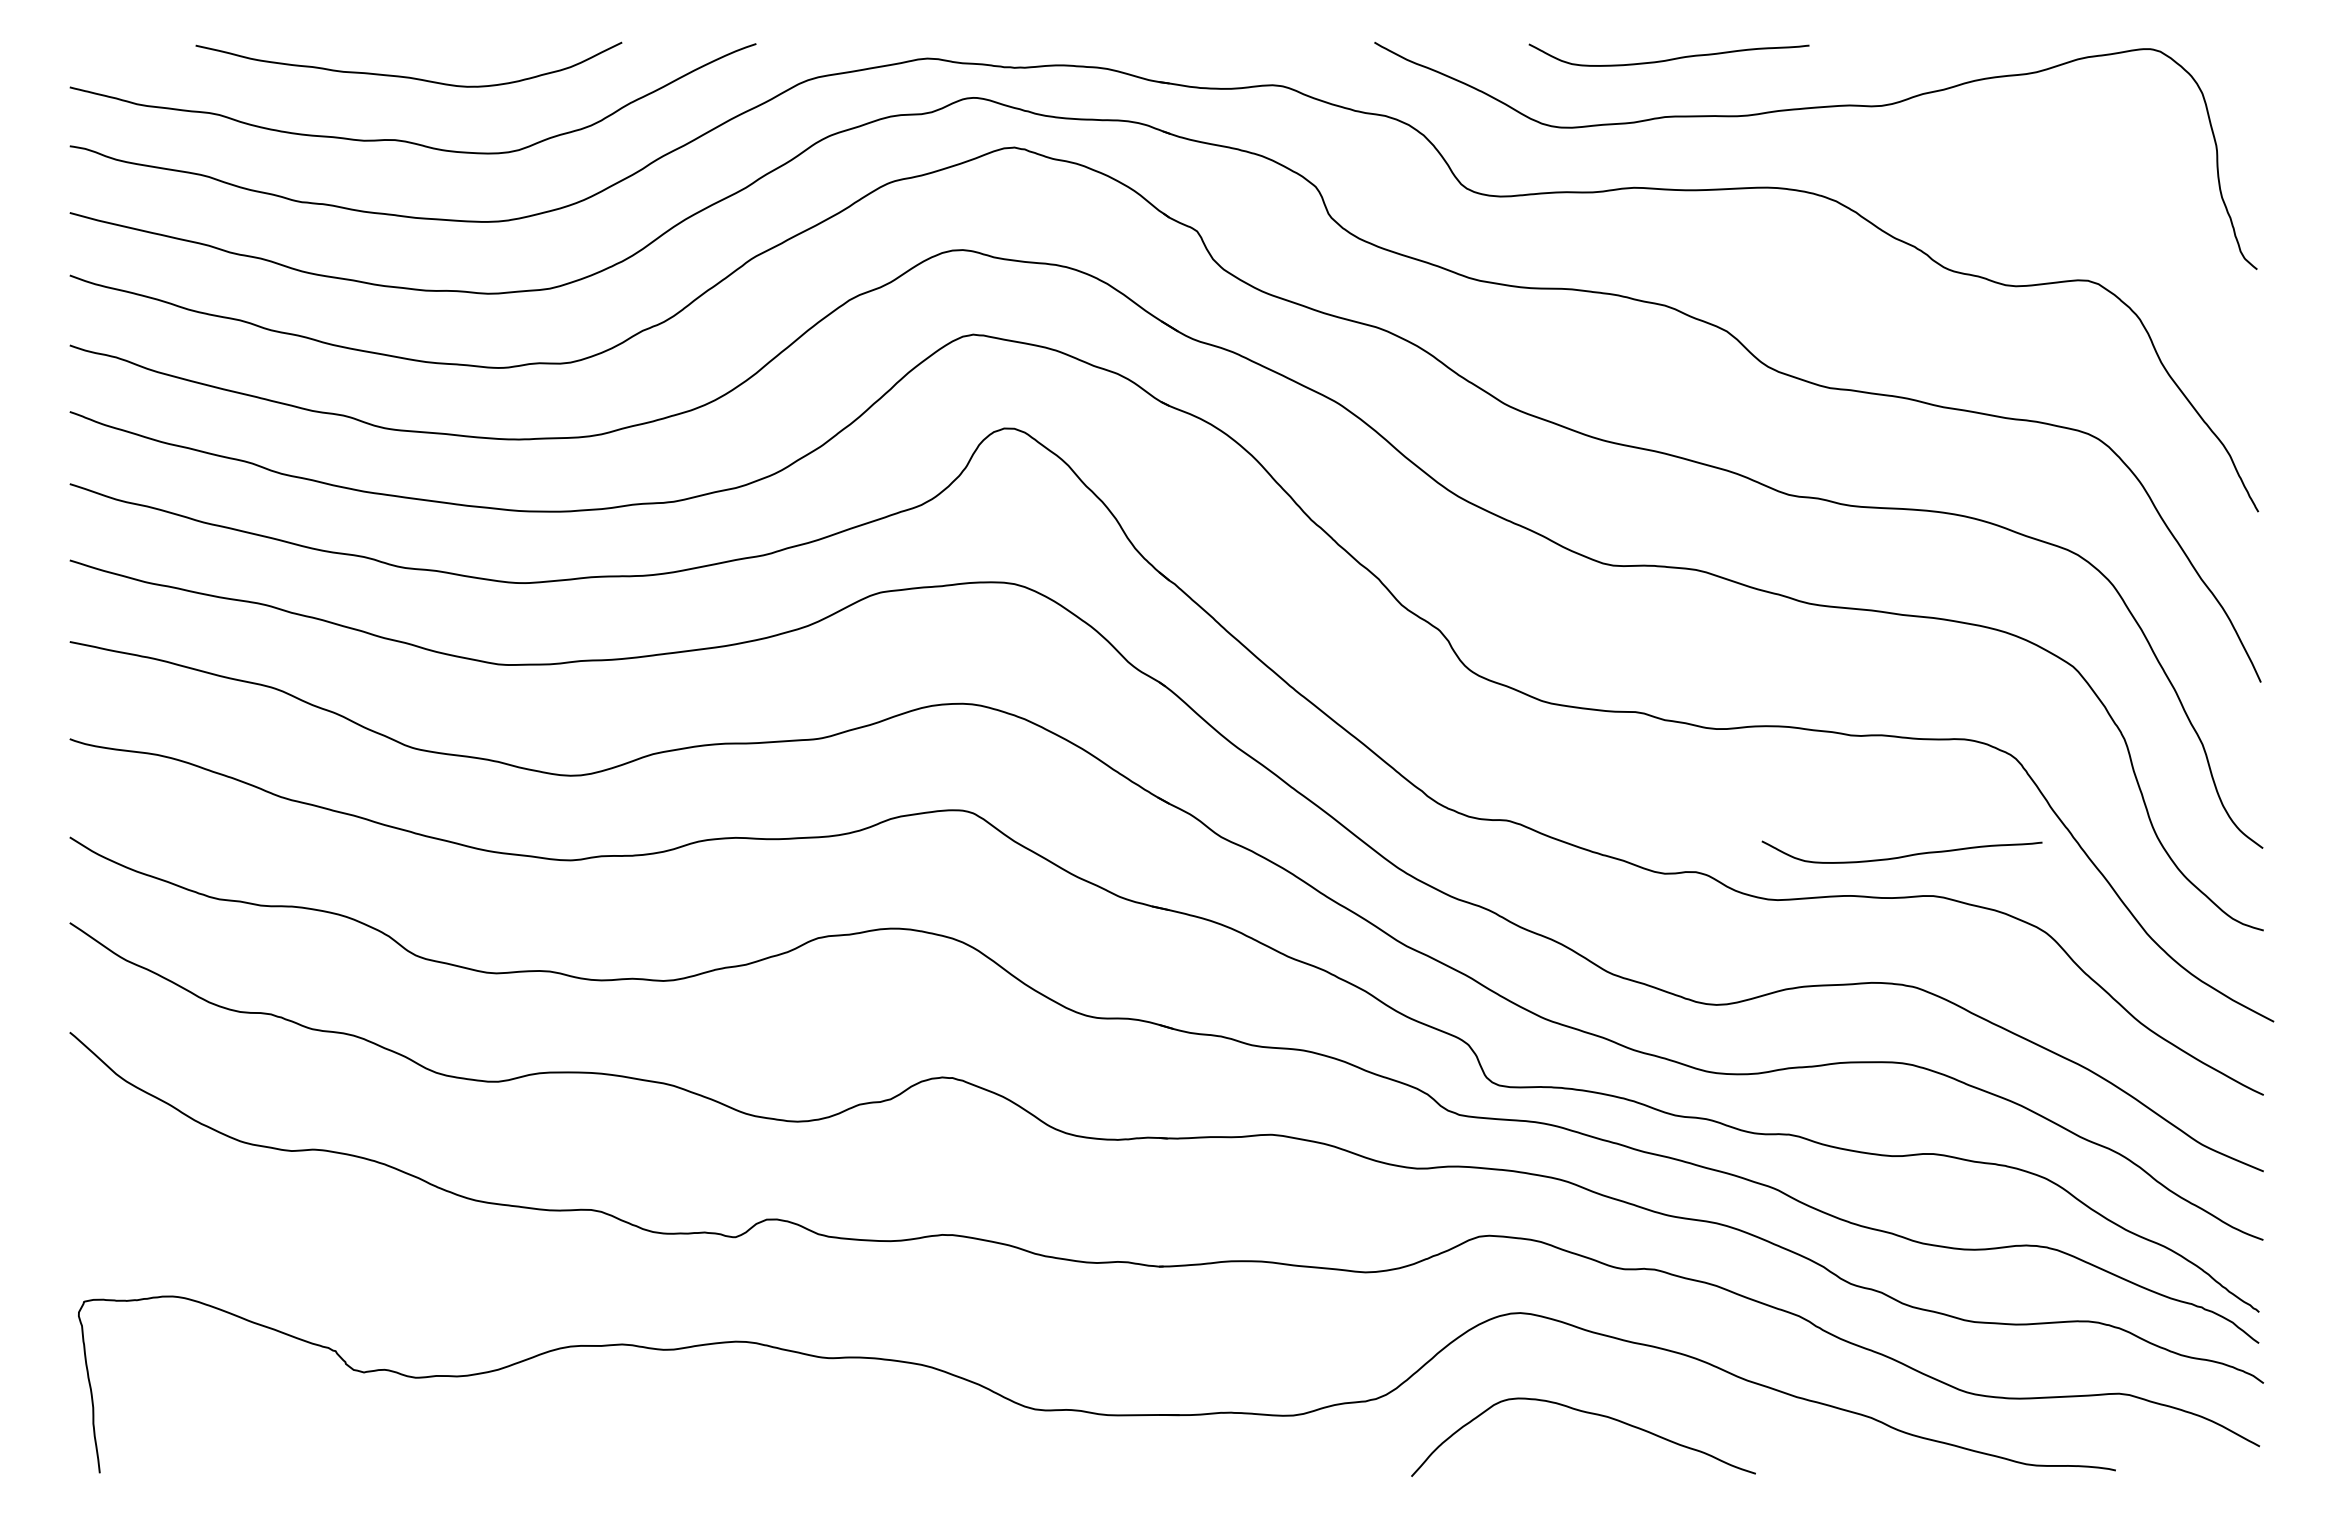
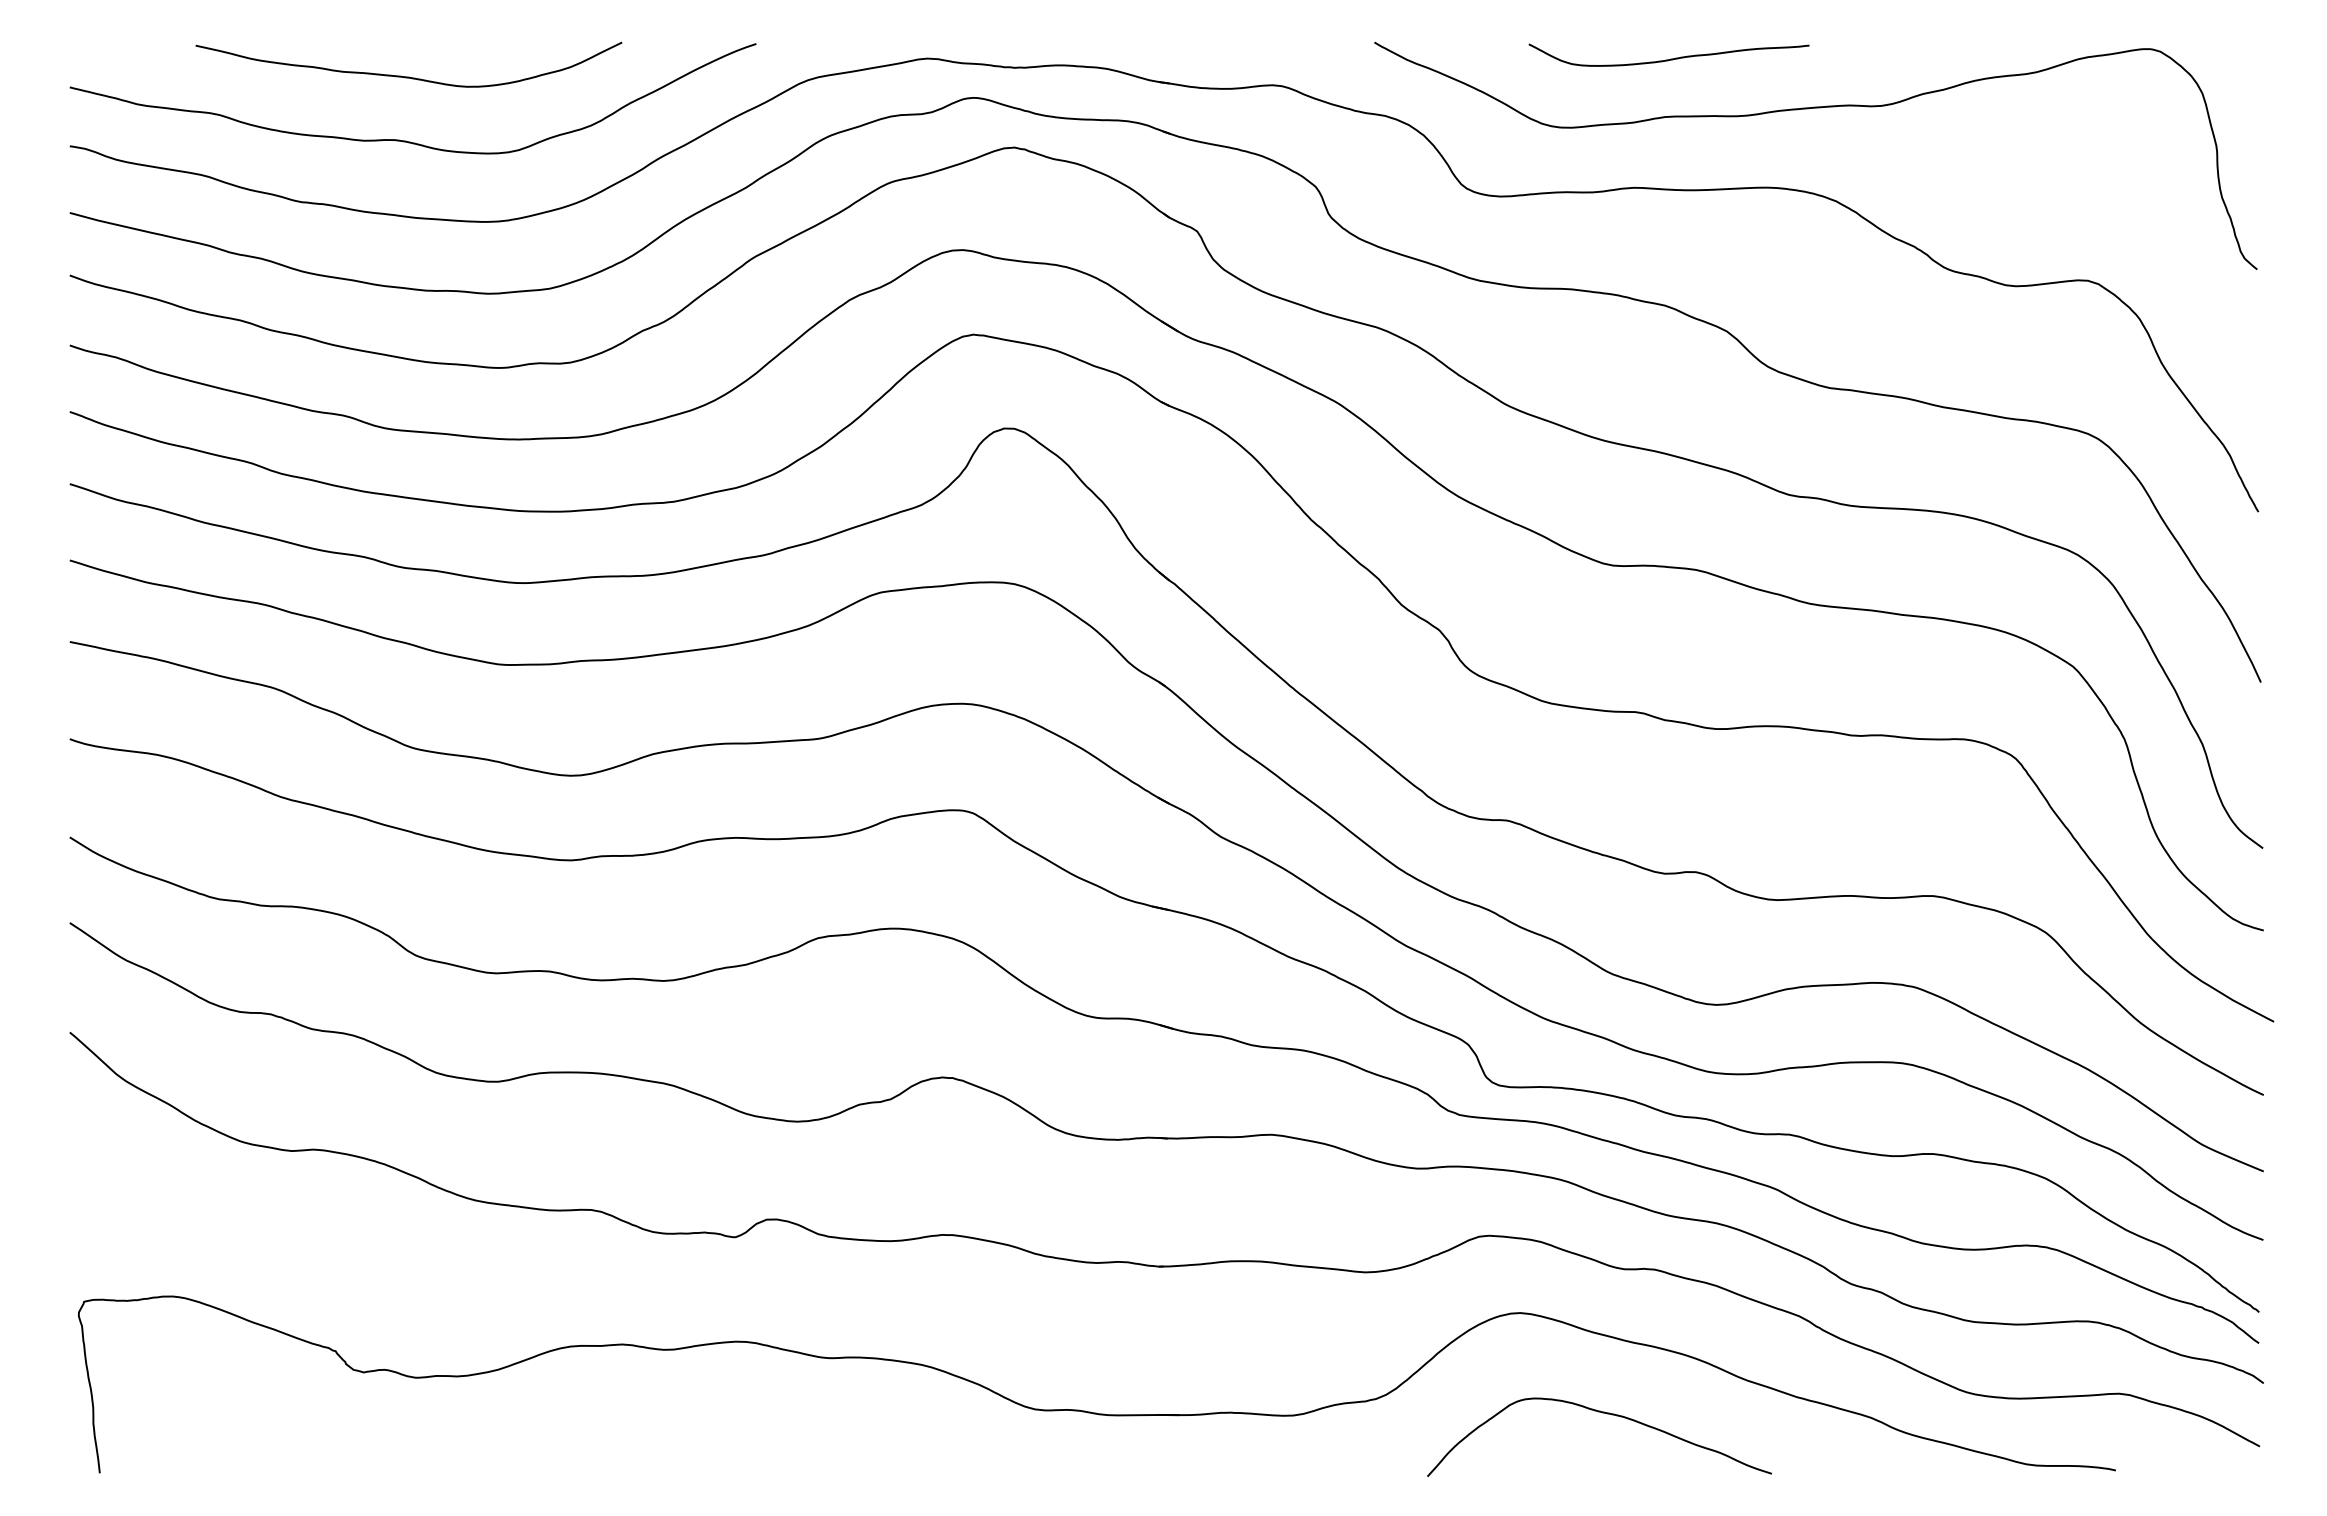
curve at (1903, 855): present -> none
curve at (1586, 1413) position: (1586, 1413) -> (1602, 1413)
